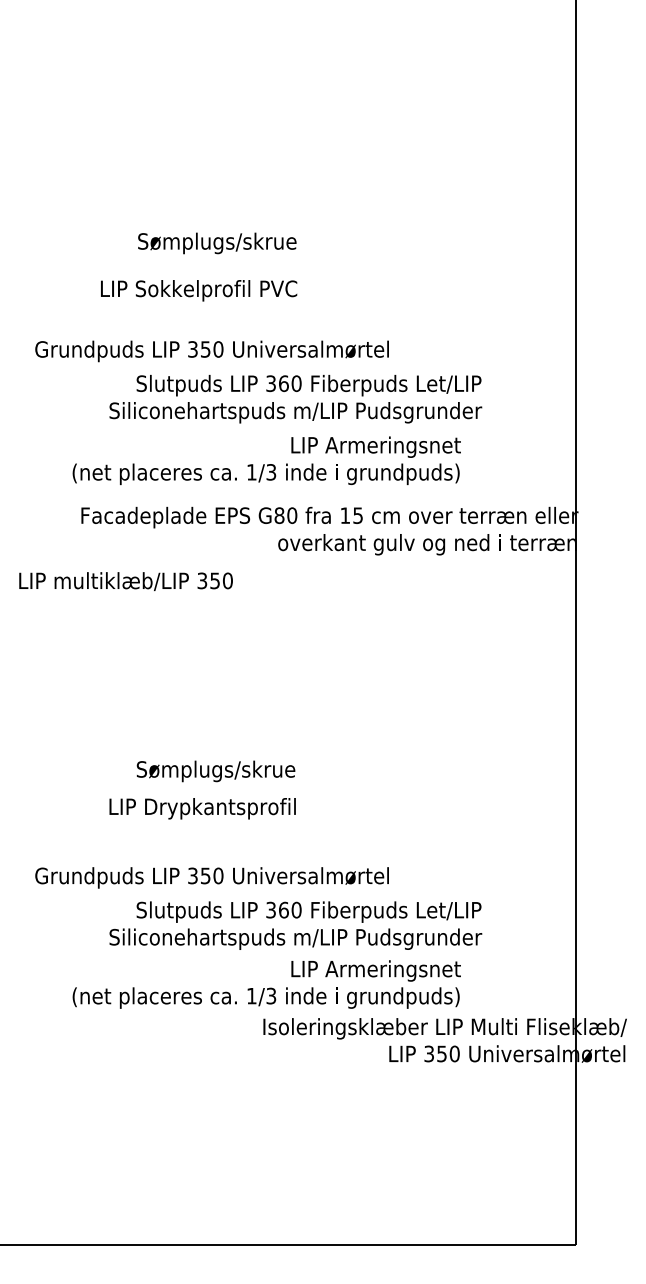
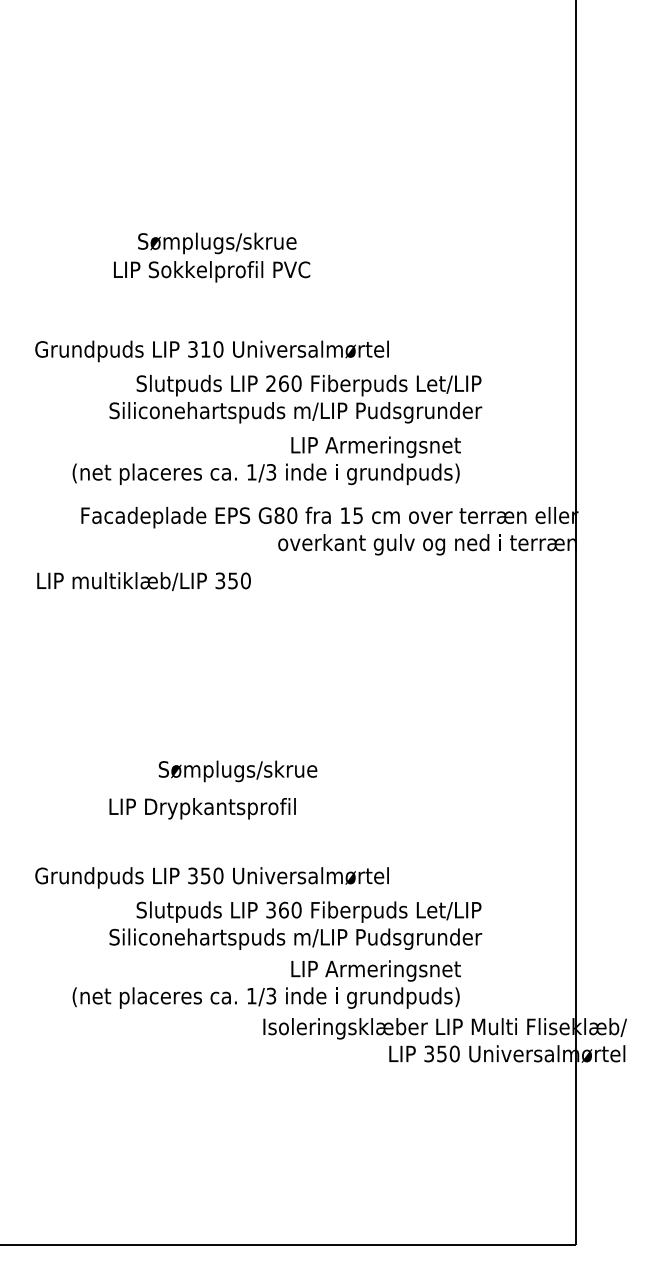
text at (199, 290) position: (199, 290) -> (212, 271)
text at (205, 349): 350 -> 310
text at (270, 383): 360 -> 260
text at (125, 581) position: (125, 581) -> (143, 581)
text at (215, 771) position: (215, 771) -> (237, 771)
